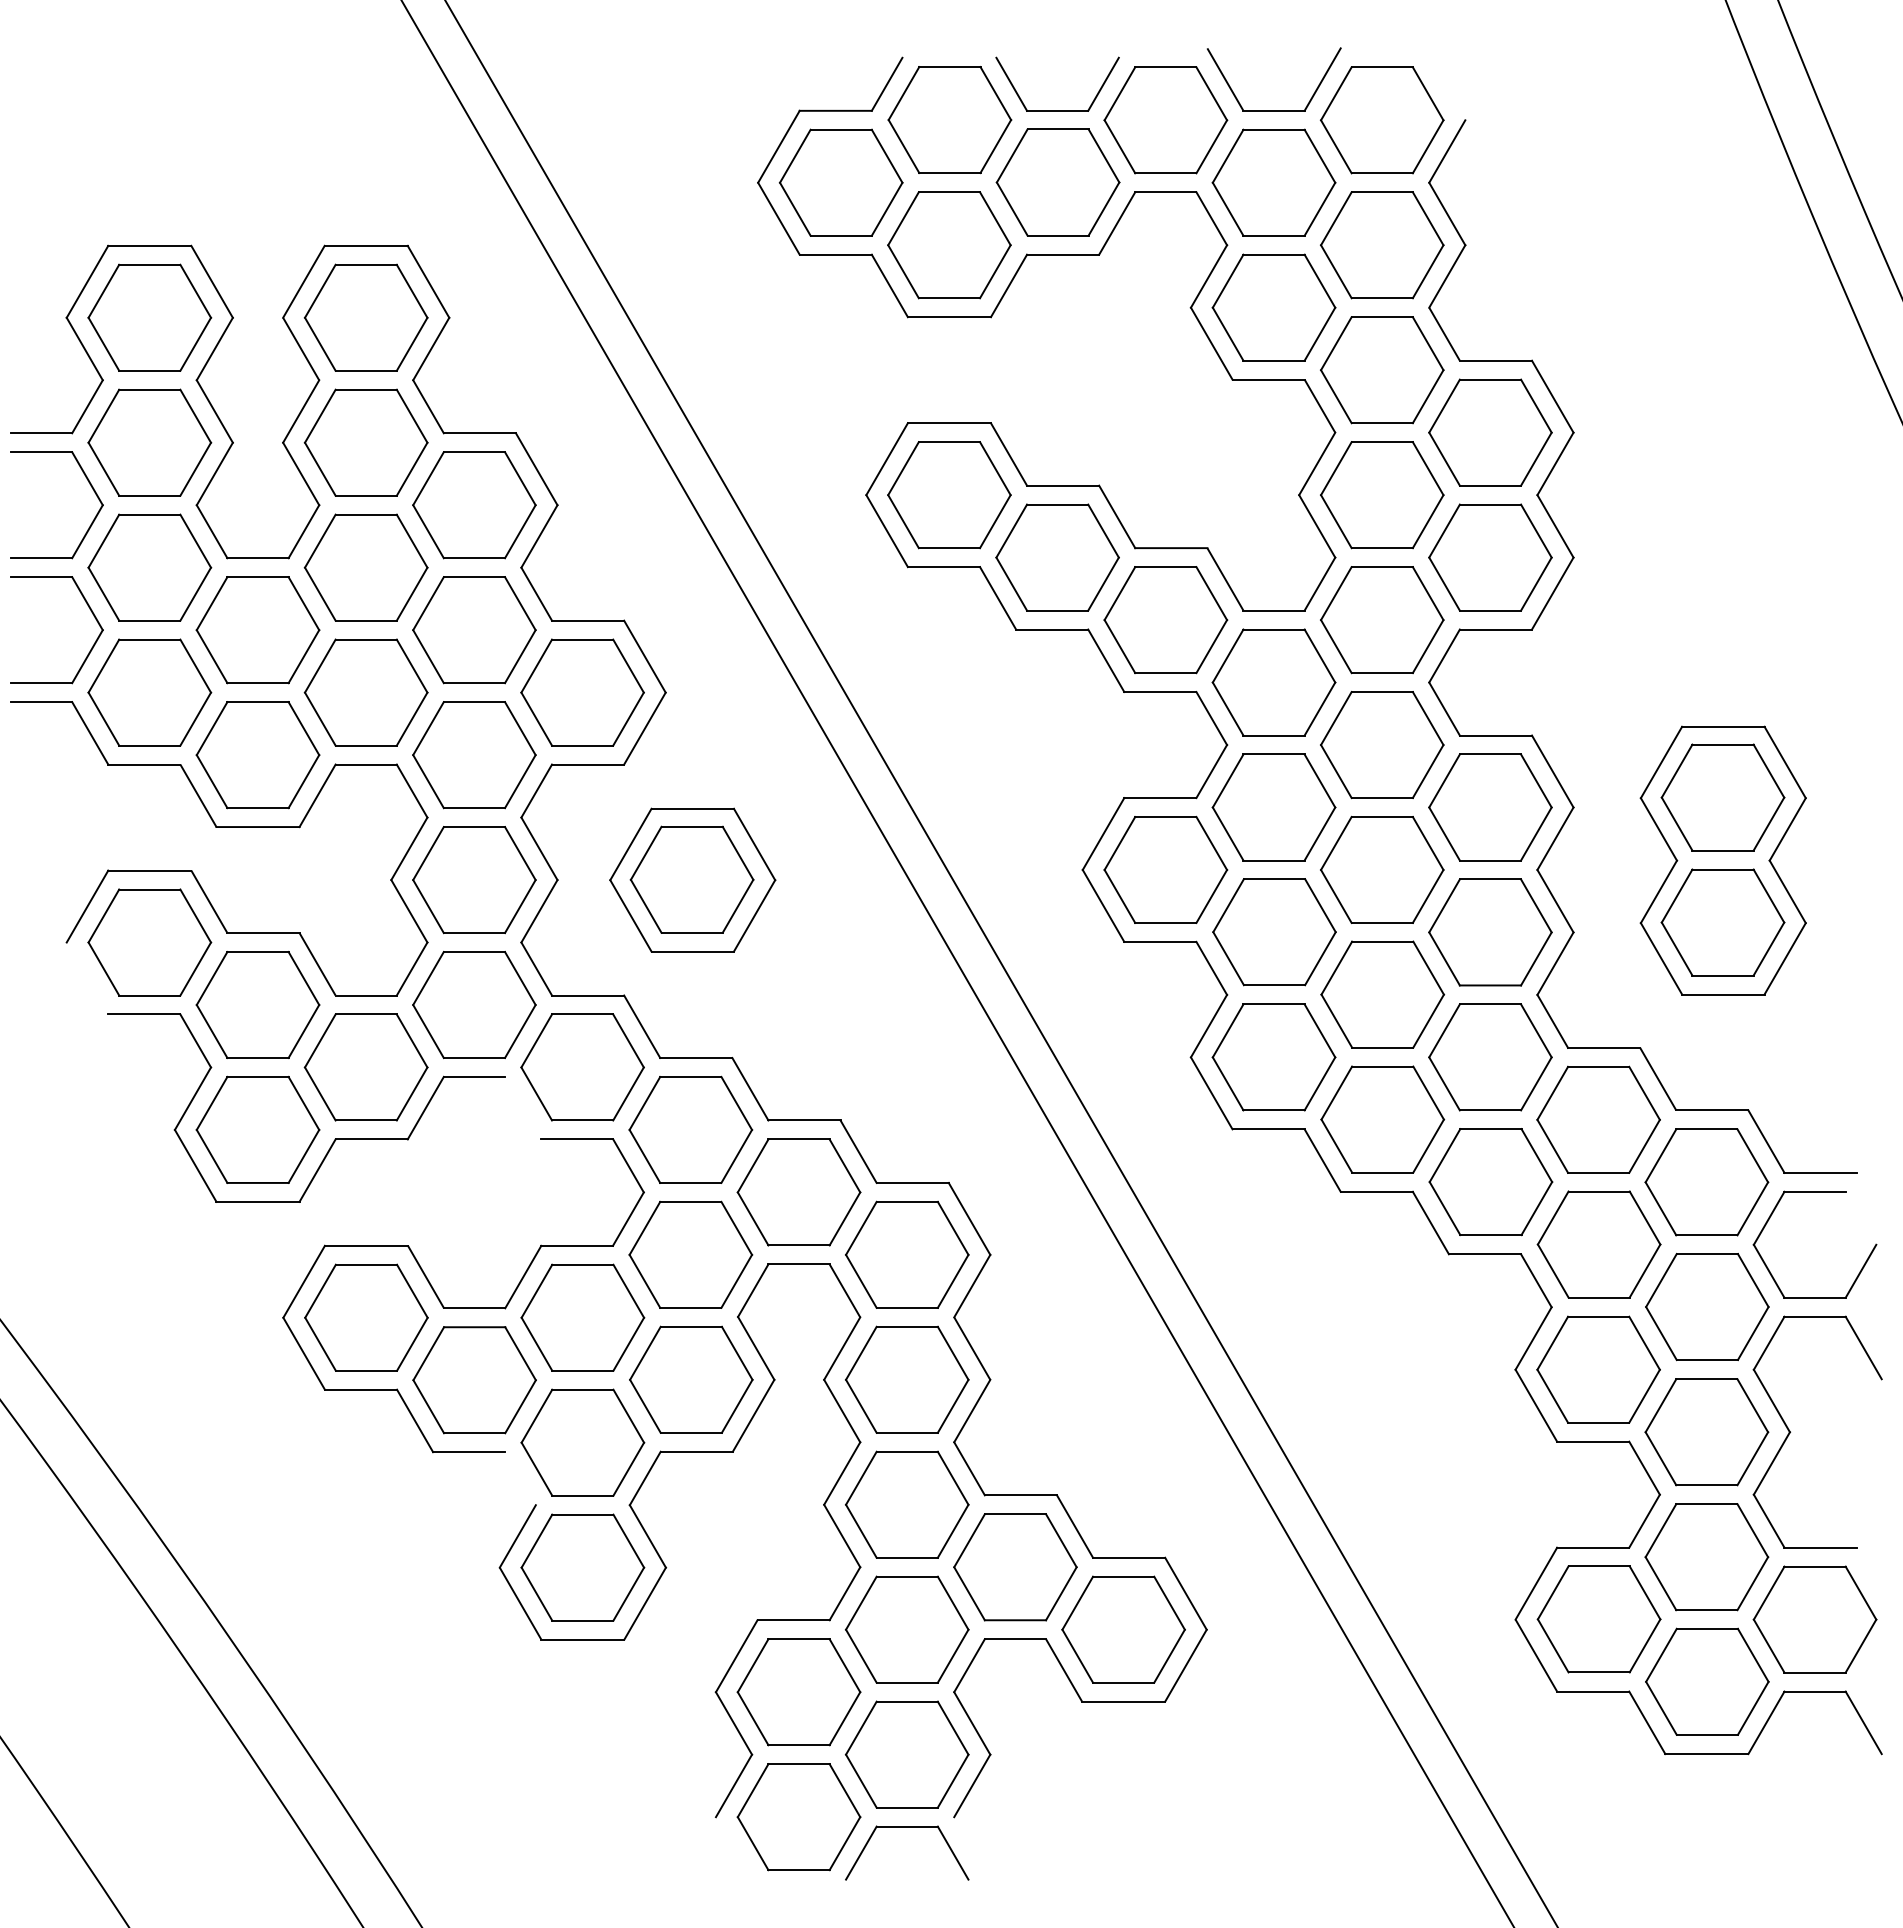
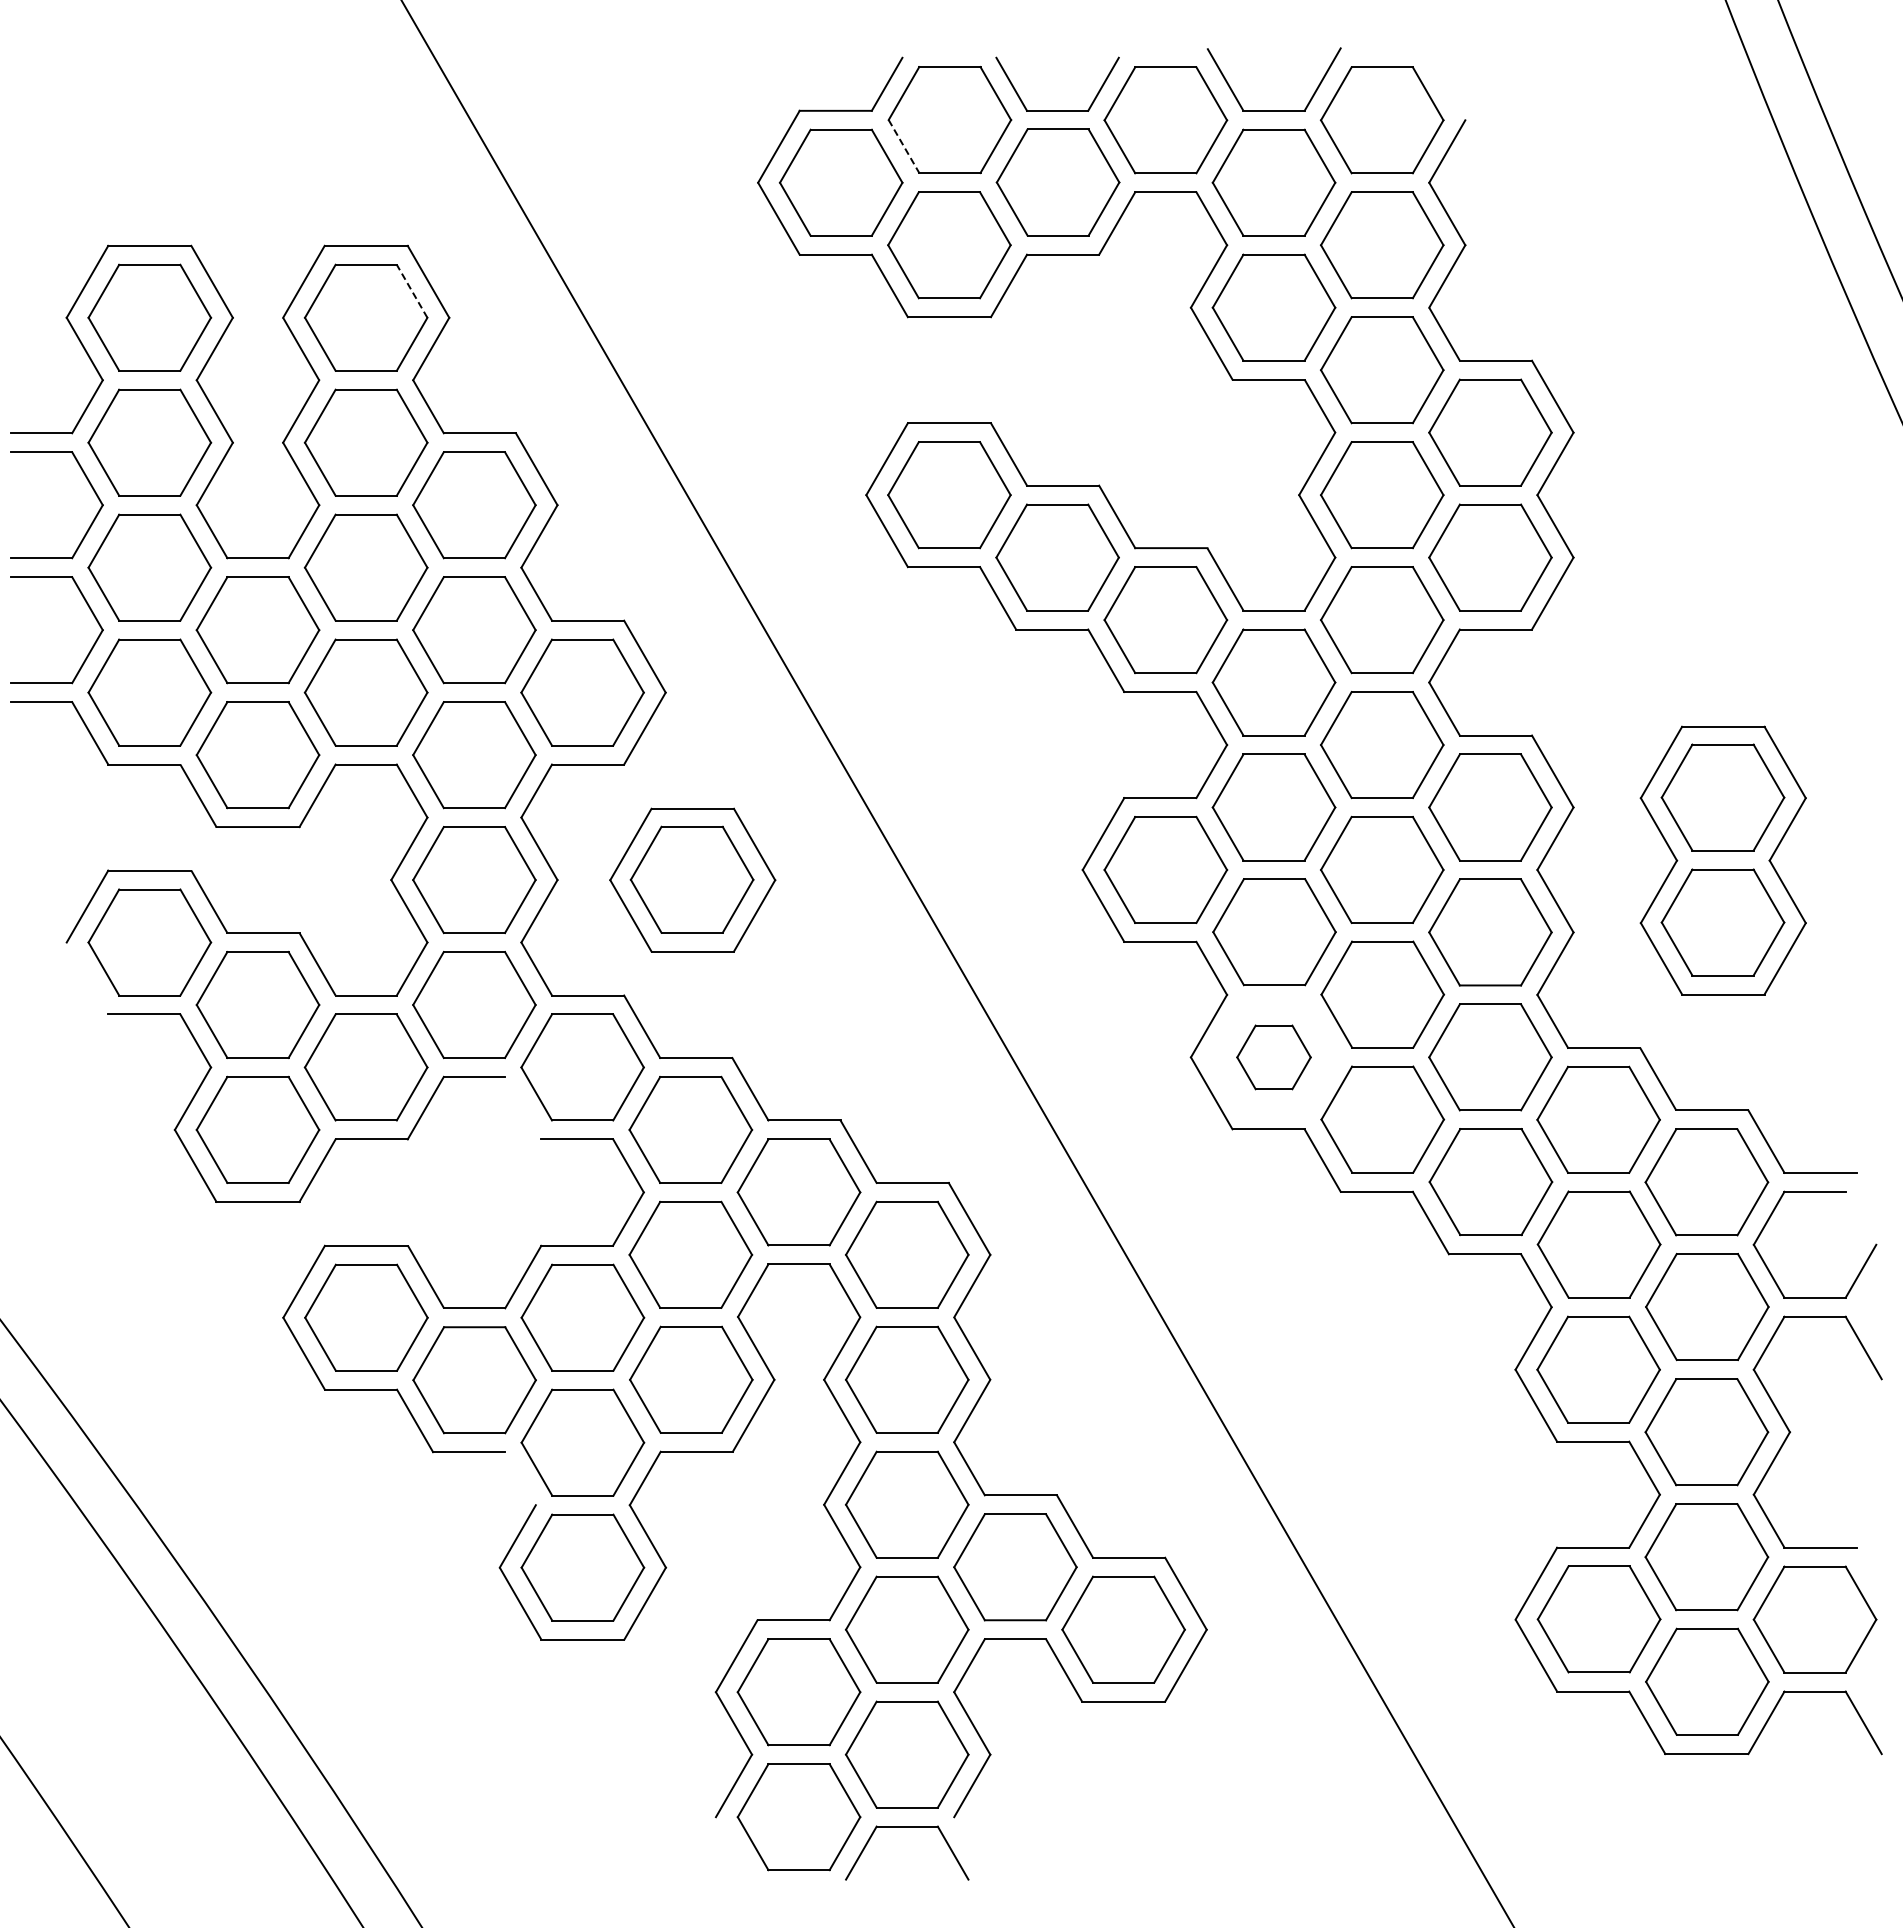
line at (904, 146): solid -> dashed
line at (412, 291): solid -> dashed
line at (1001, 963): present -> none
part at (1273, 1057) size: 126x109 px -> 76x67 px
